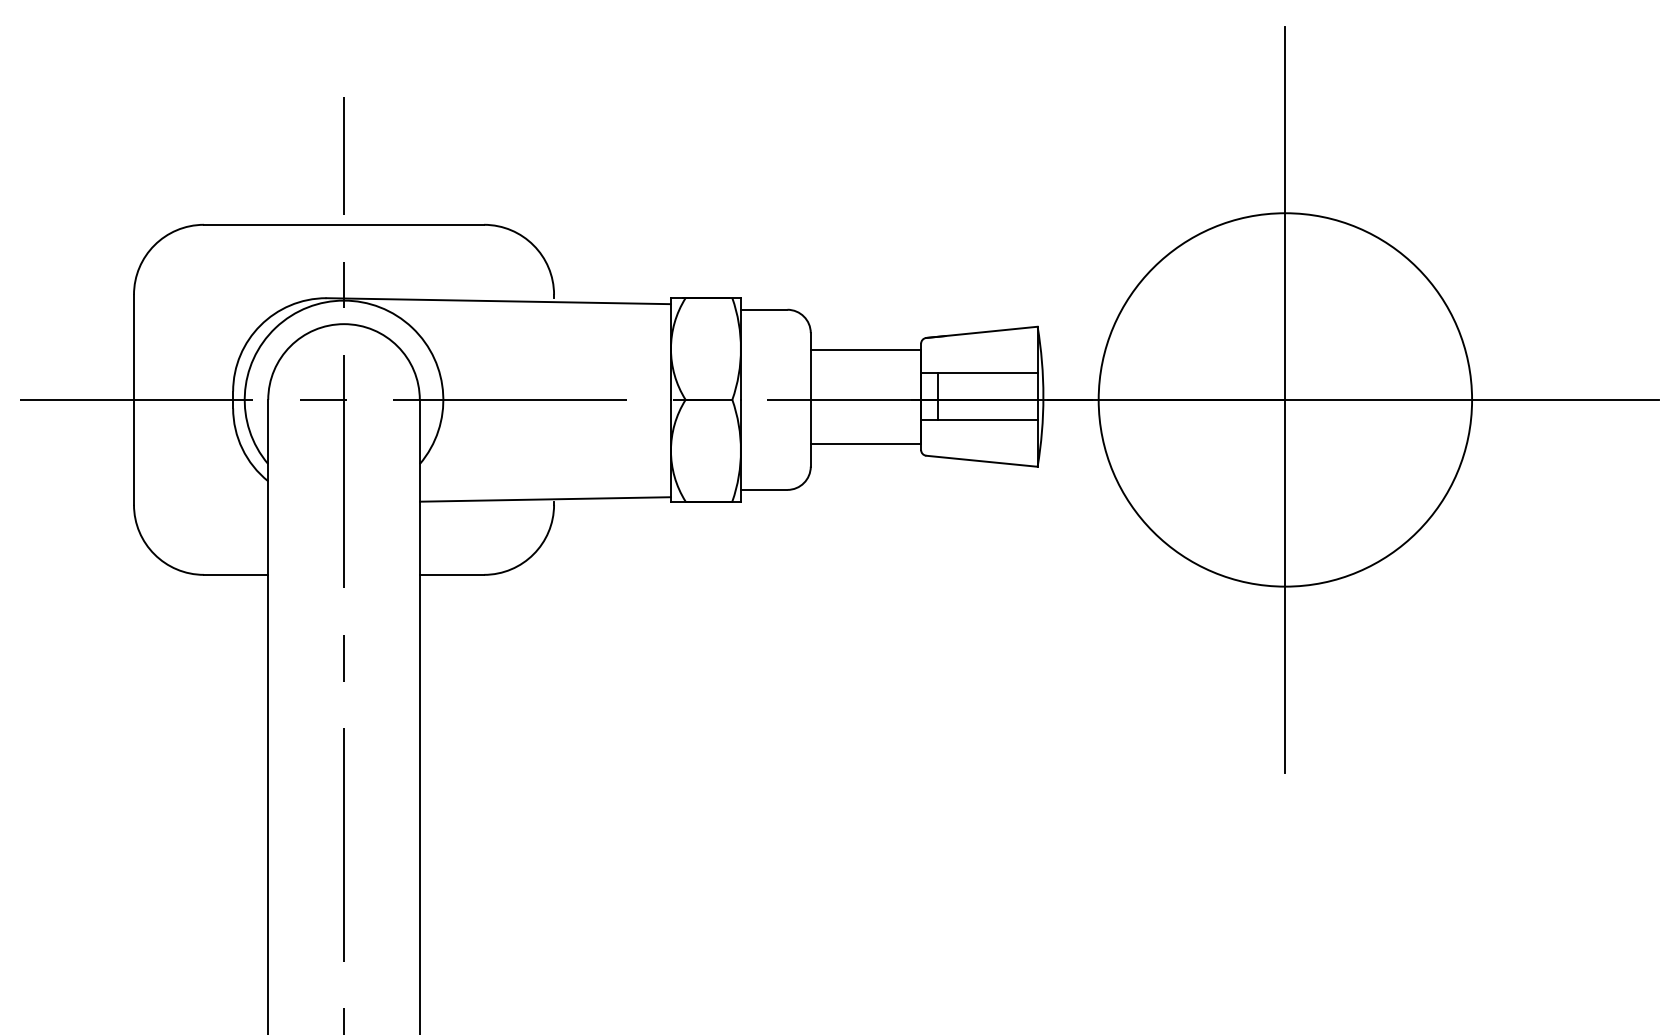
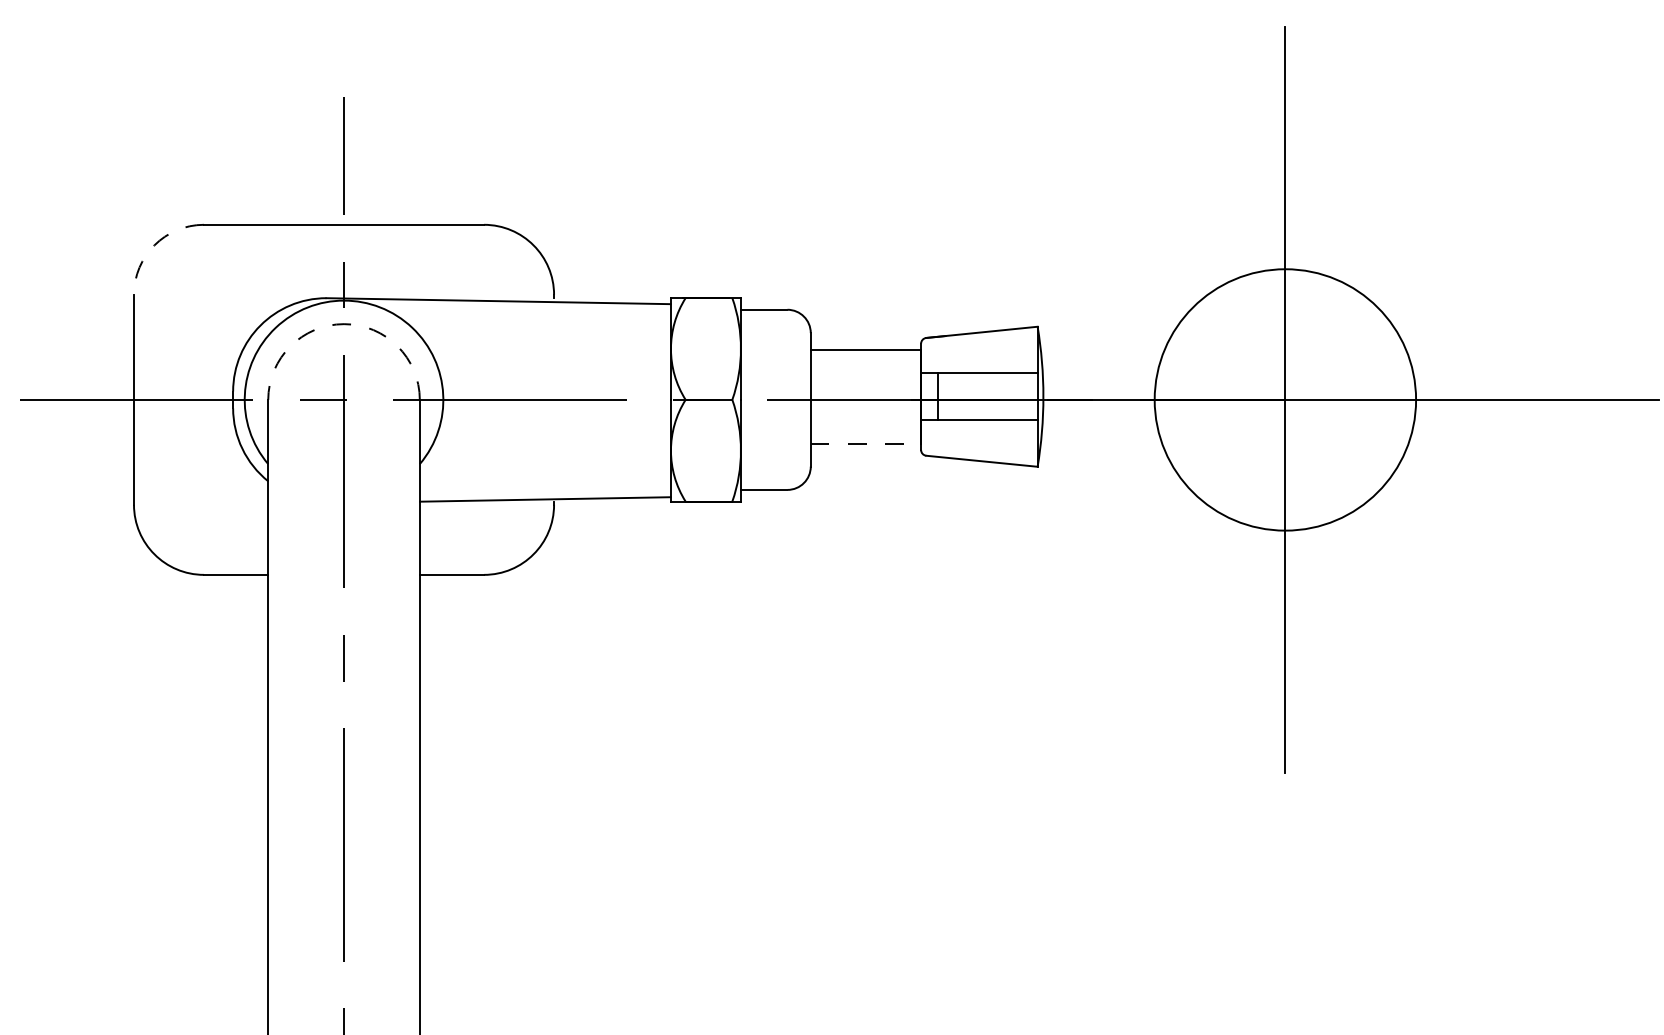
arc at (154, 245): solid -> dashed
arc at (344, 324): solid -> dashed
circle at (1285, 399) diameter: 373 px -> 261 px
line at (866, 443): solid -> dashed
